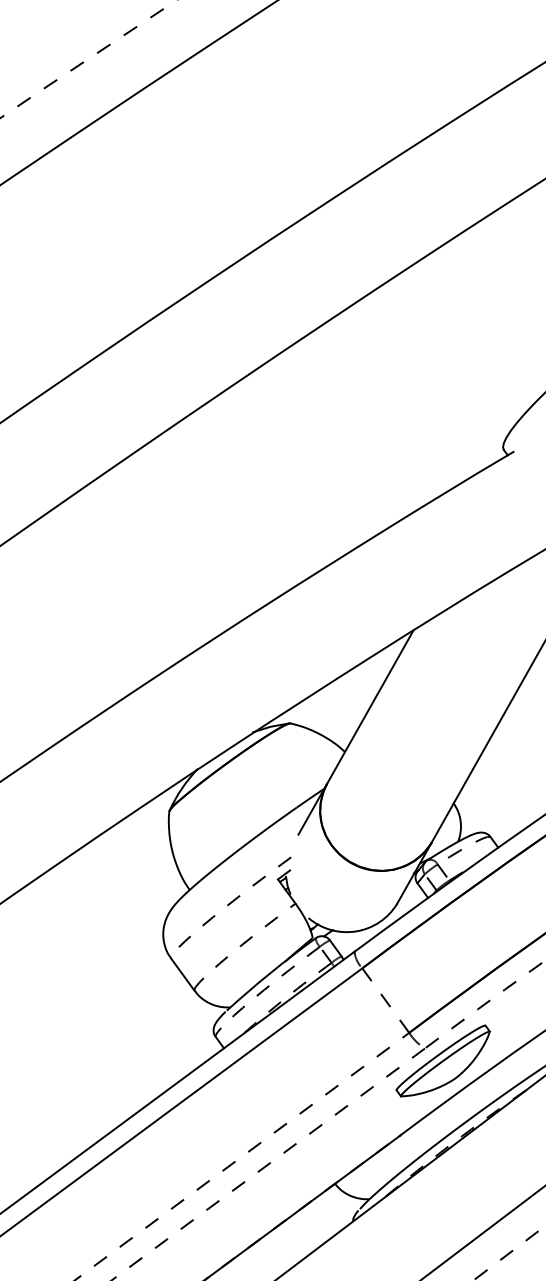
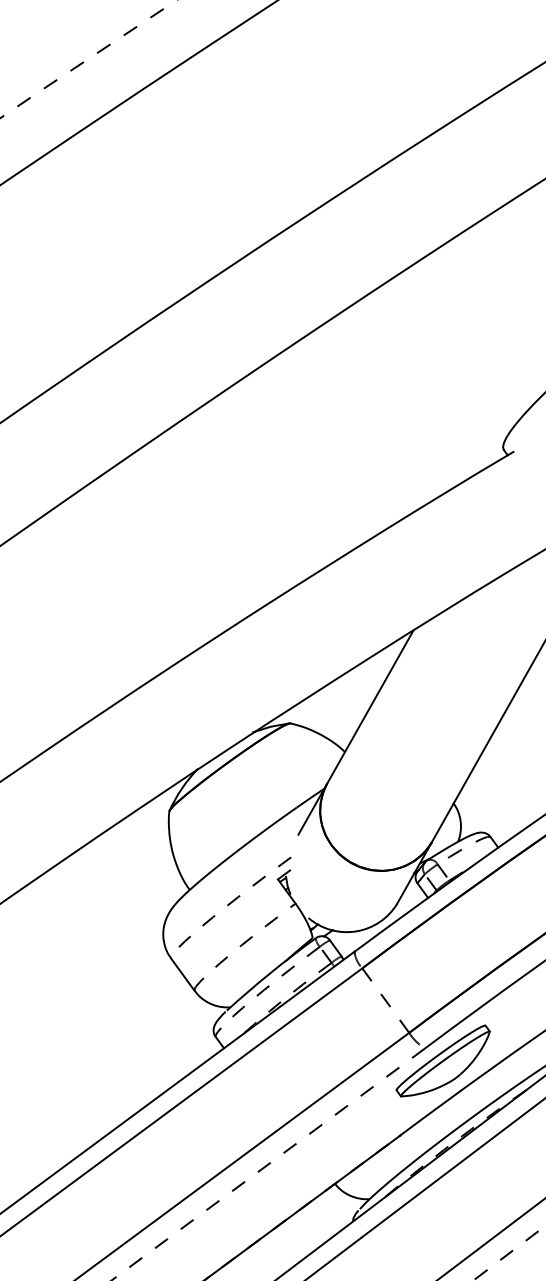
arc at (484, 1004): dashed -> solid
line at (242, 1156): dashed -> solid
line at (425, 1188): none -> present
line at (483, 1232) position: (483, 1232) -> (491, 1238)
